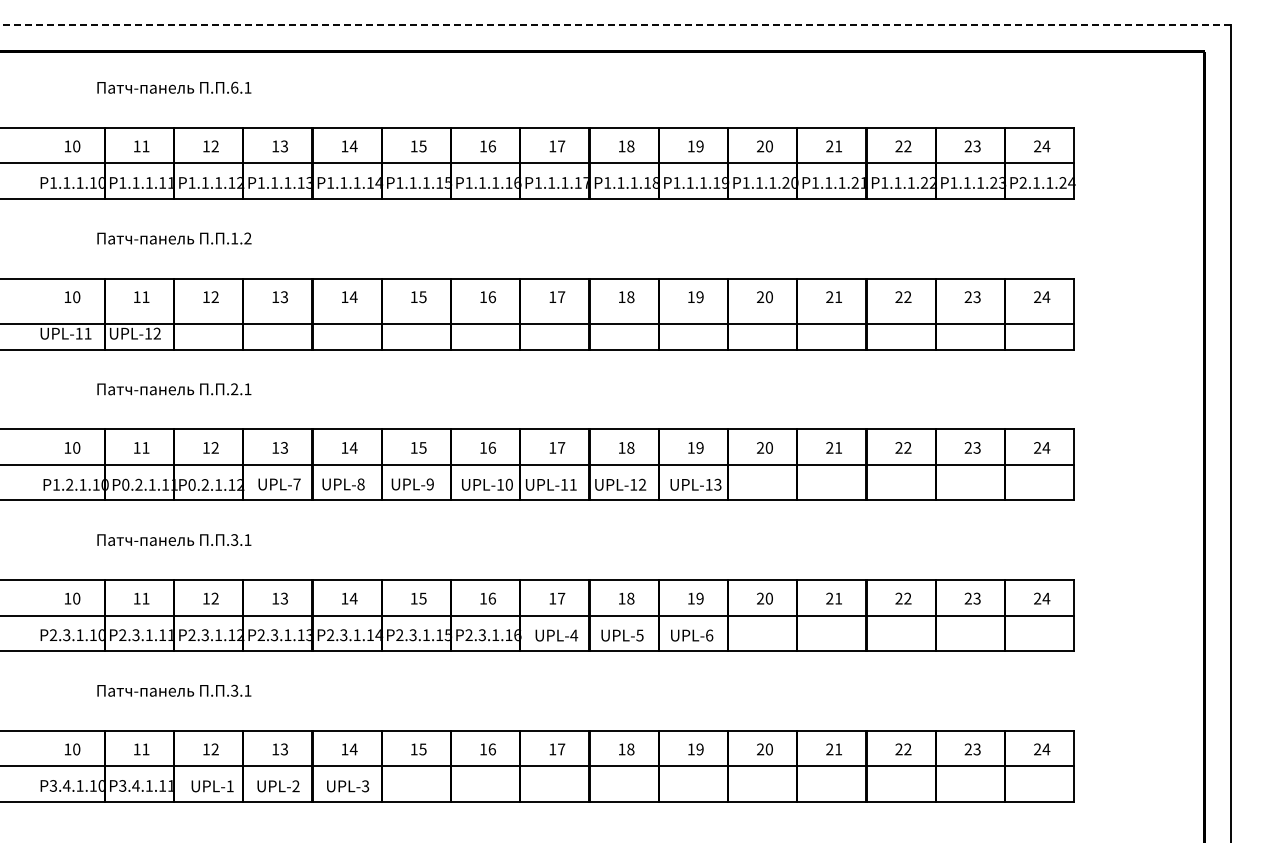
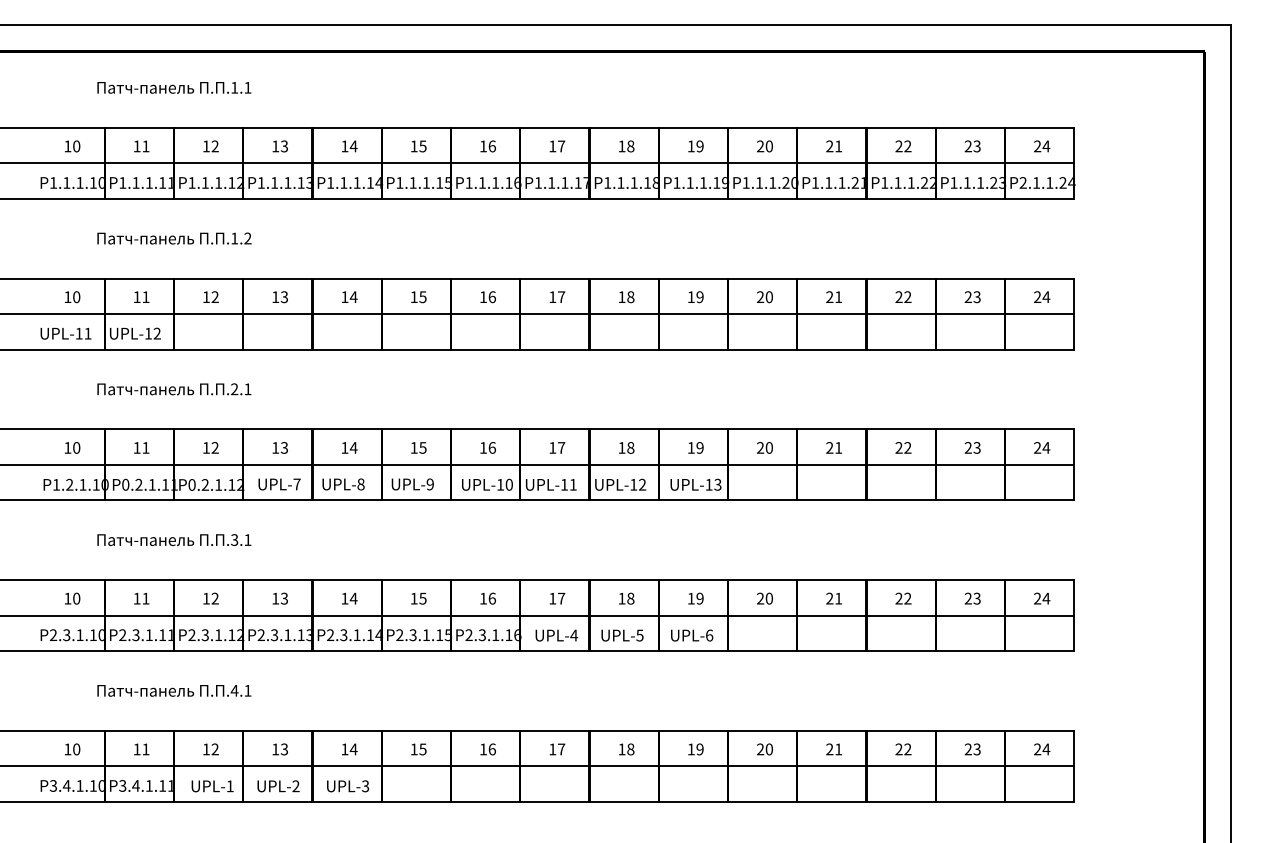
line at (615, 25): dashed -> solid
text at (234, 87): .6.1 -> .1.1
line at (538, 324) position: (538, 324) -> (538, 314)
text at (234, 690): .3.1 -> .4.1
